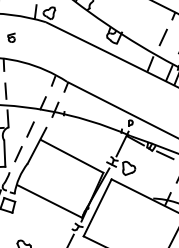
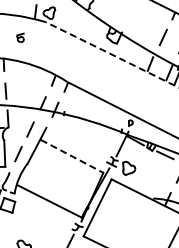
part at (11, 37) position: (11, 37) -> (20, 37)
arc at (112, 54): solid -> dashed
line at (72, 156): solid -> dashed
